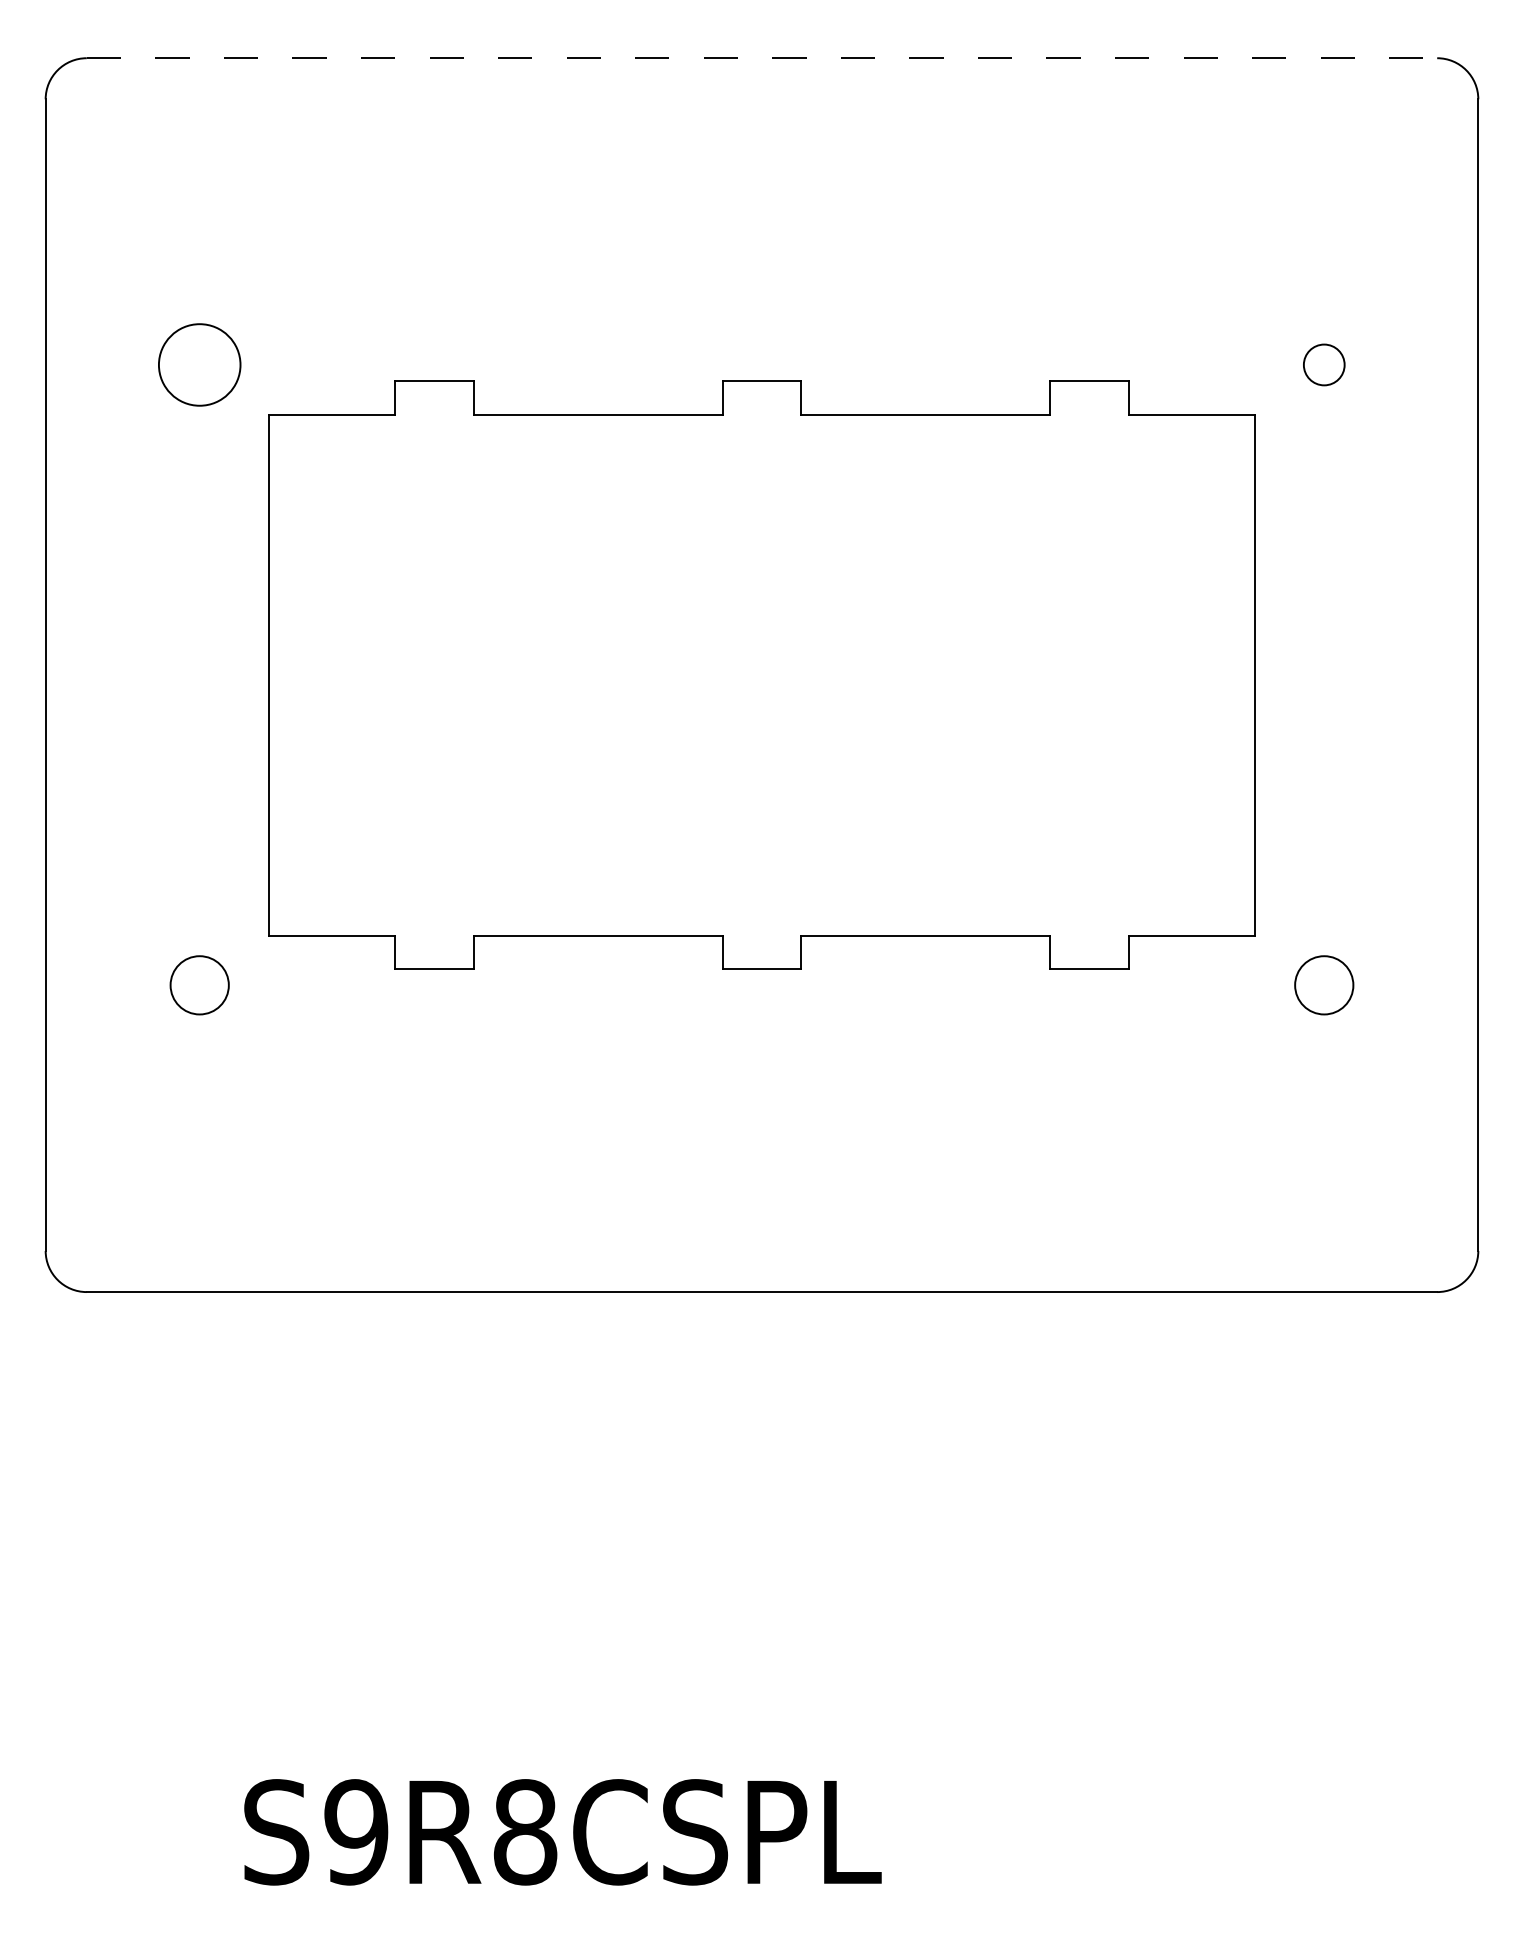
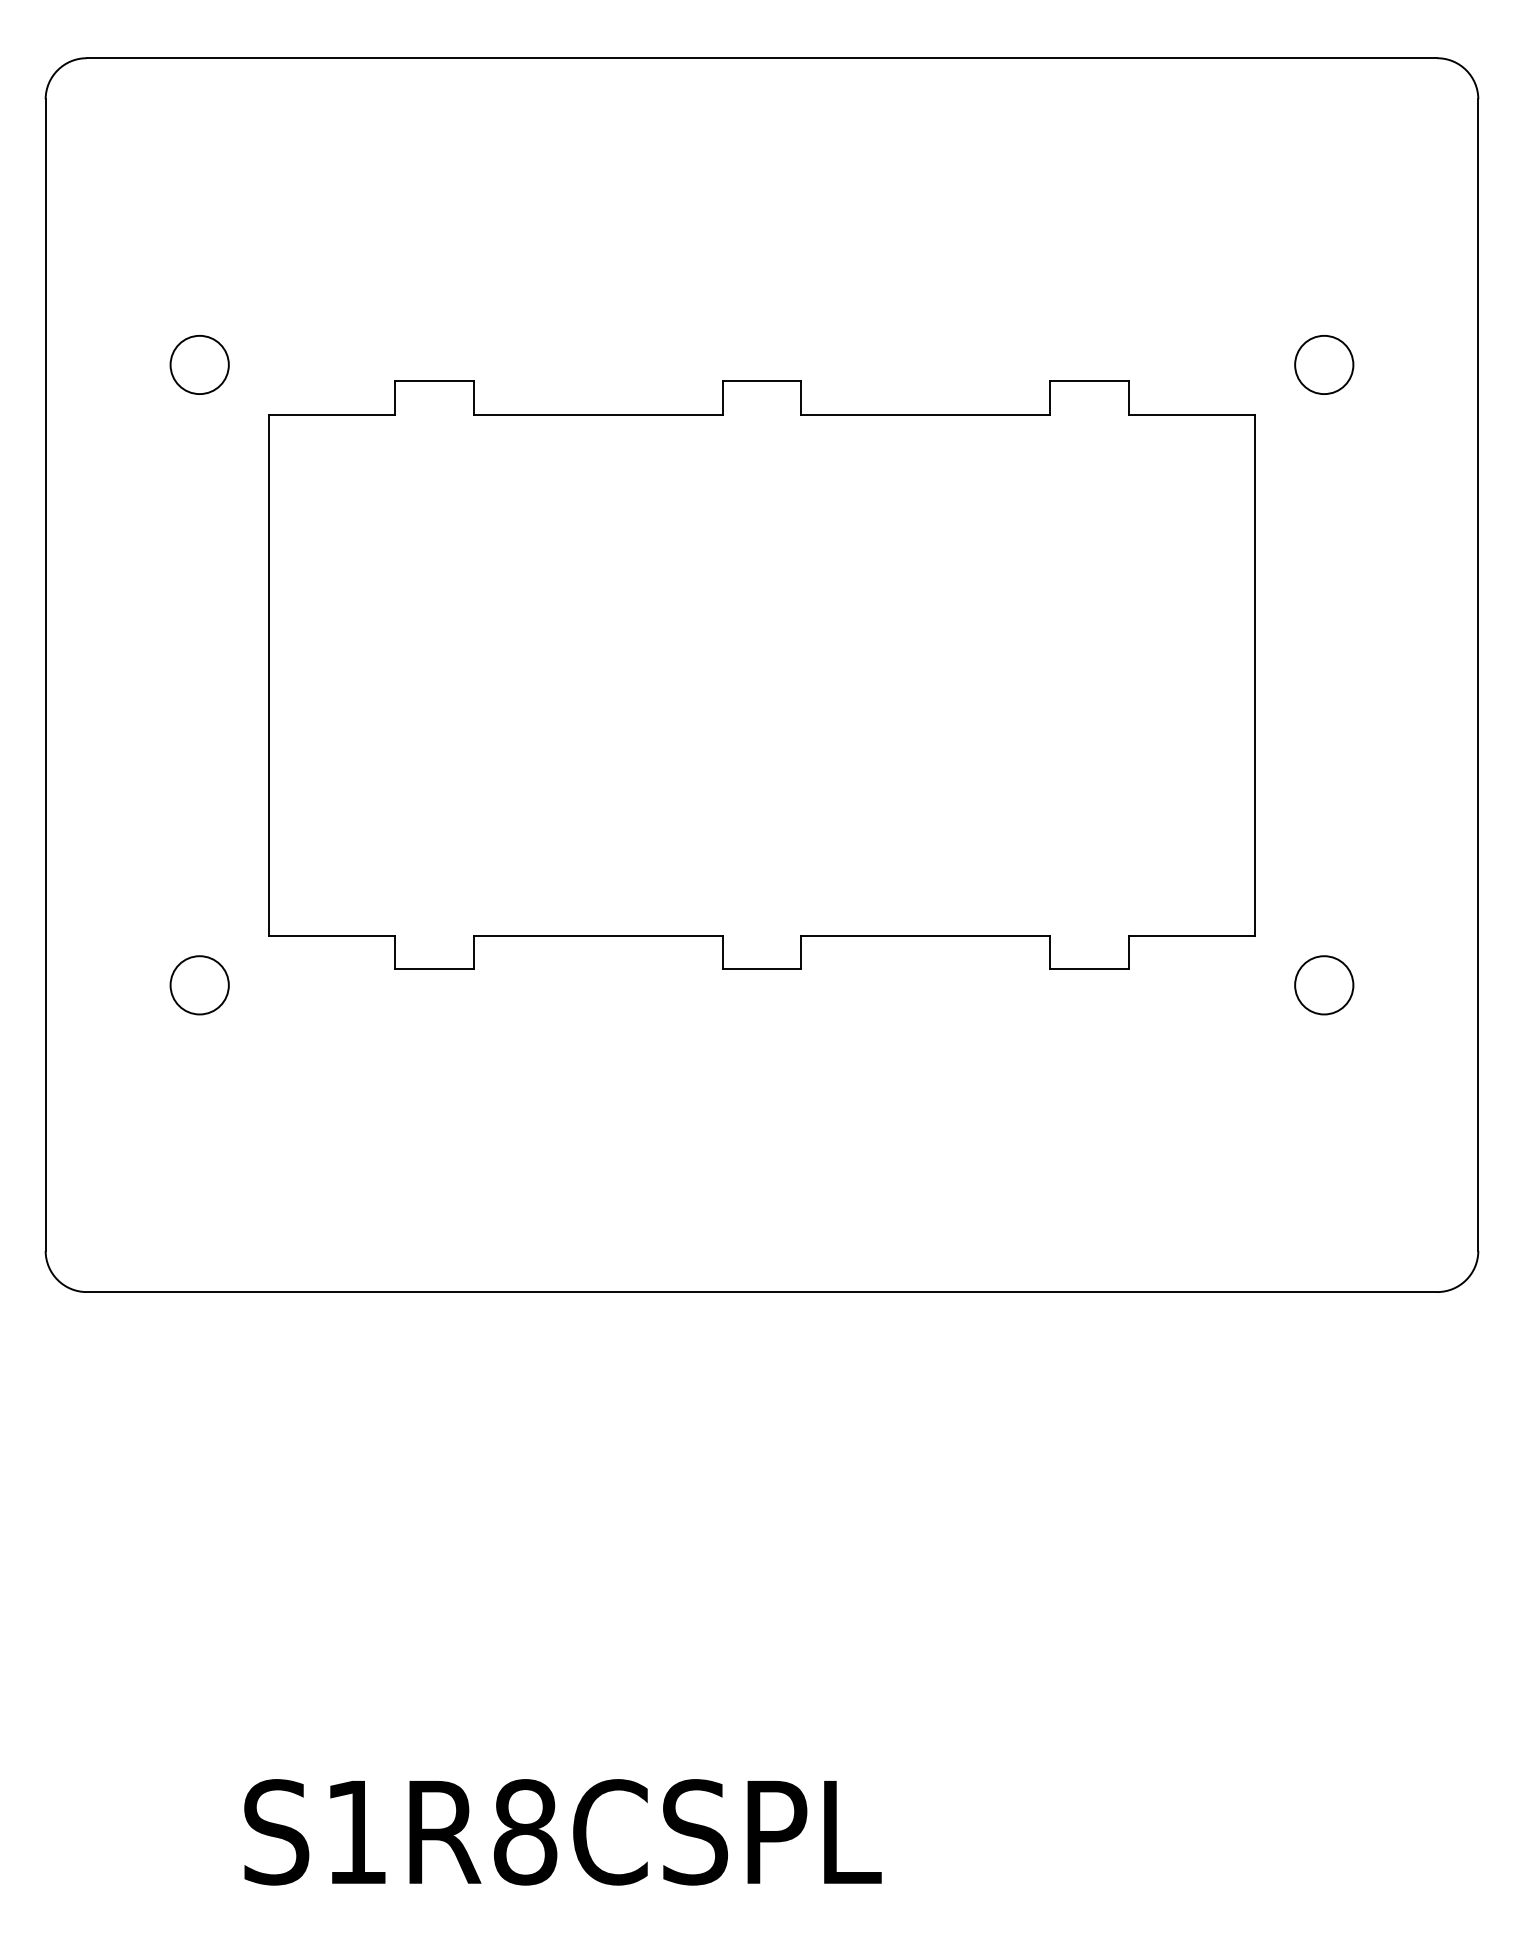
line at (762, 58): dashed -> solid
circle at (199, 364) diameter: 82 px -> 58 px
circle at (1323, 364) diameter: 41 px -> 58 px
text at (356, 1832): S9R8CSPL -> S1R8CSPL
